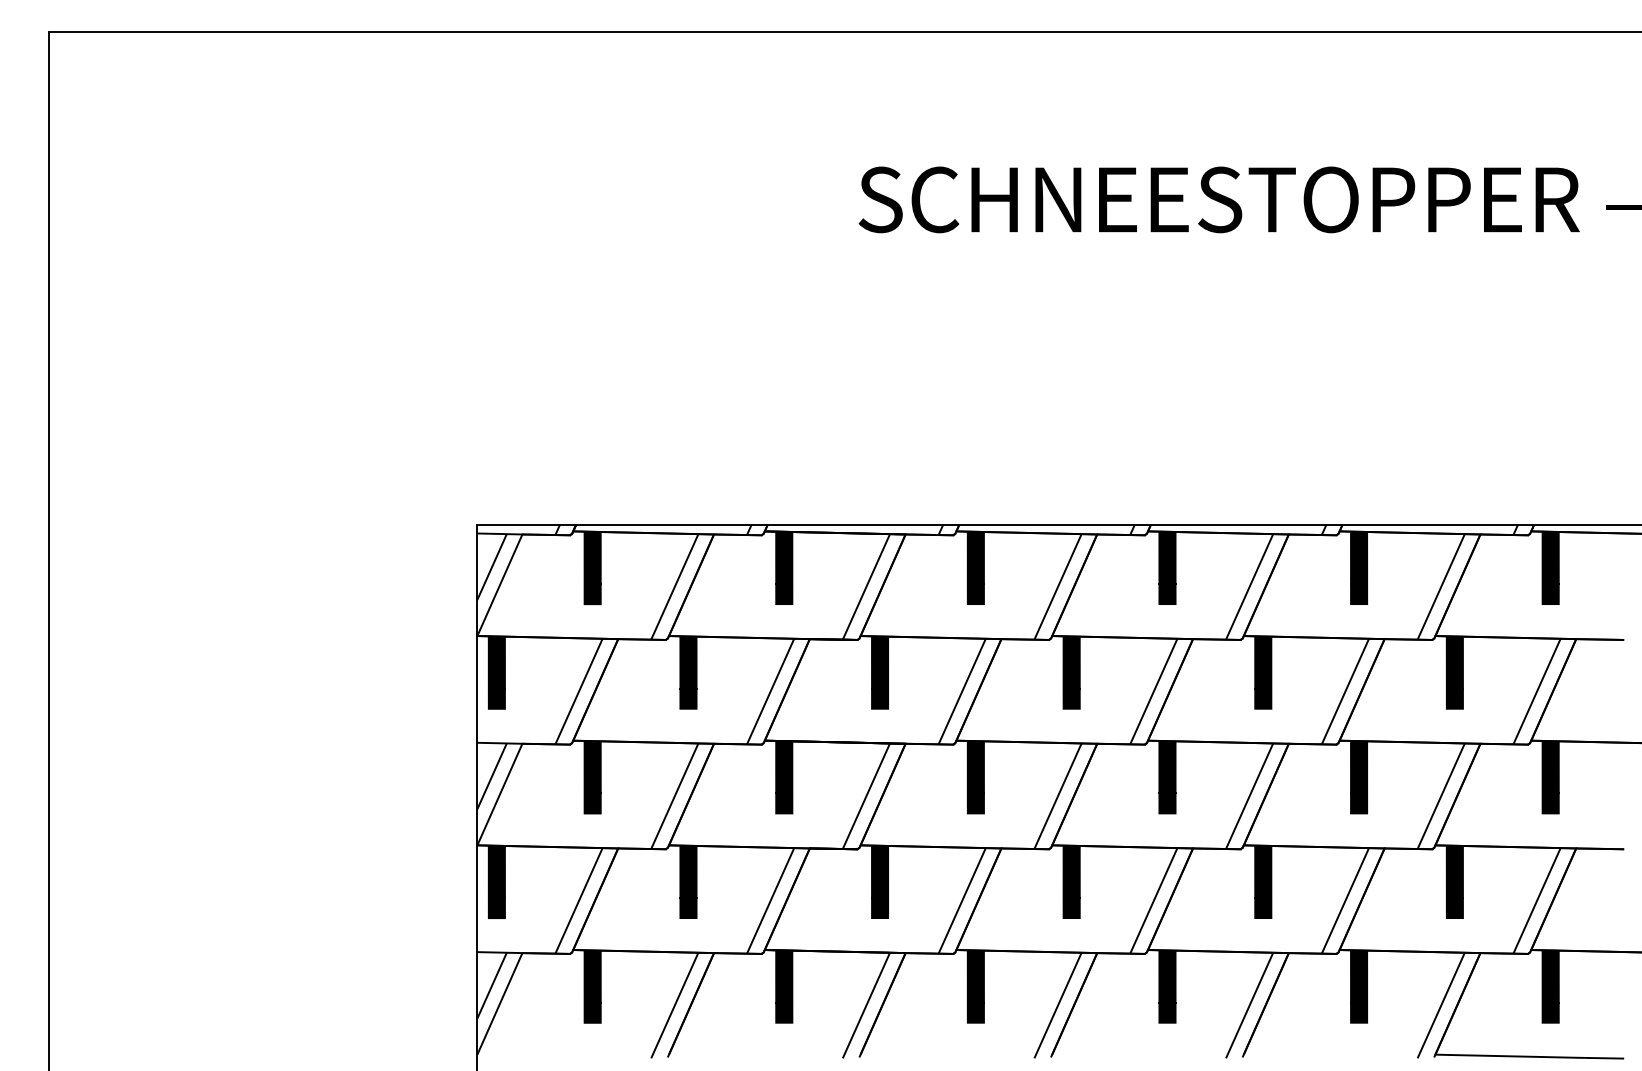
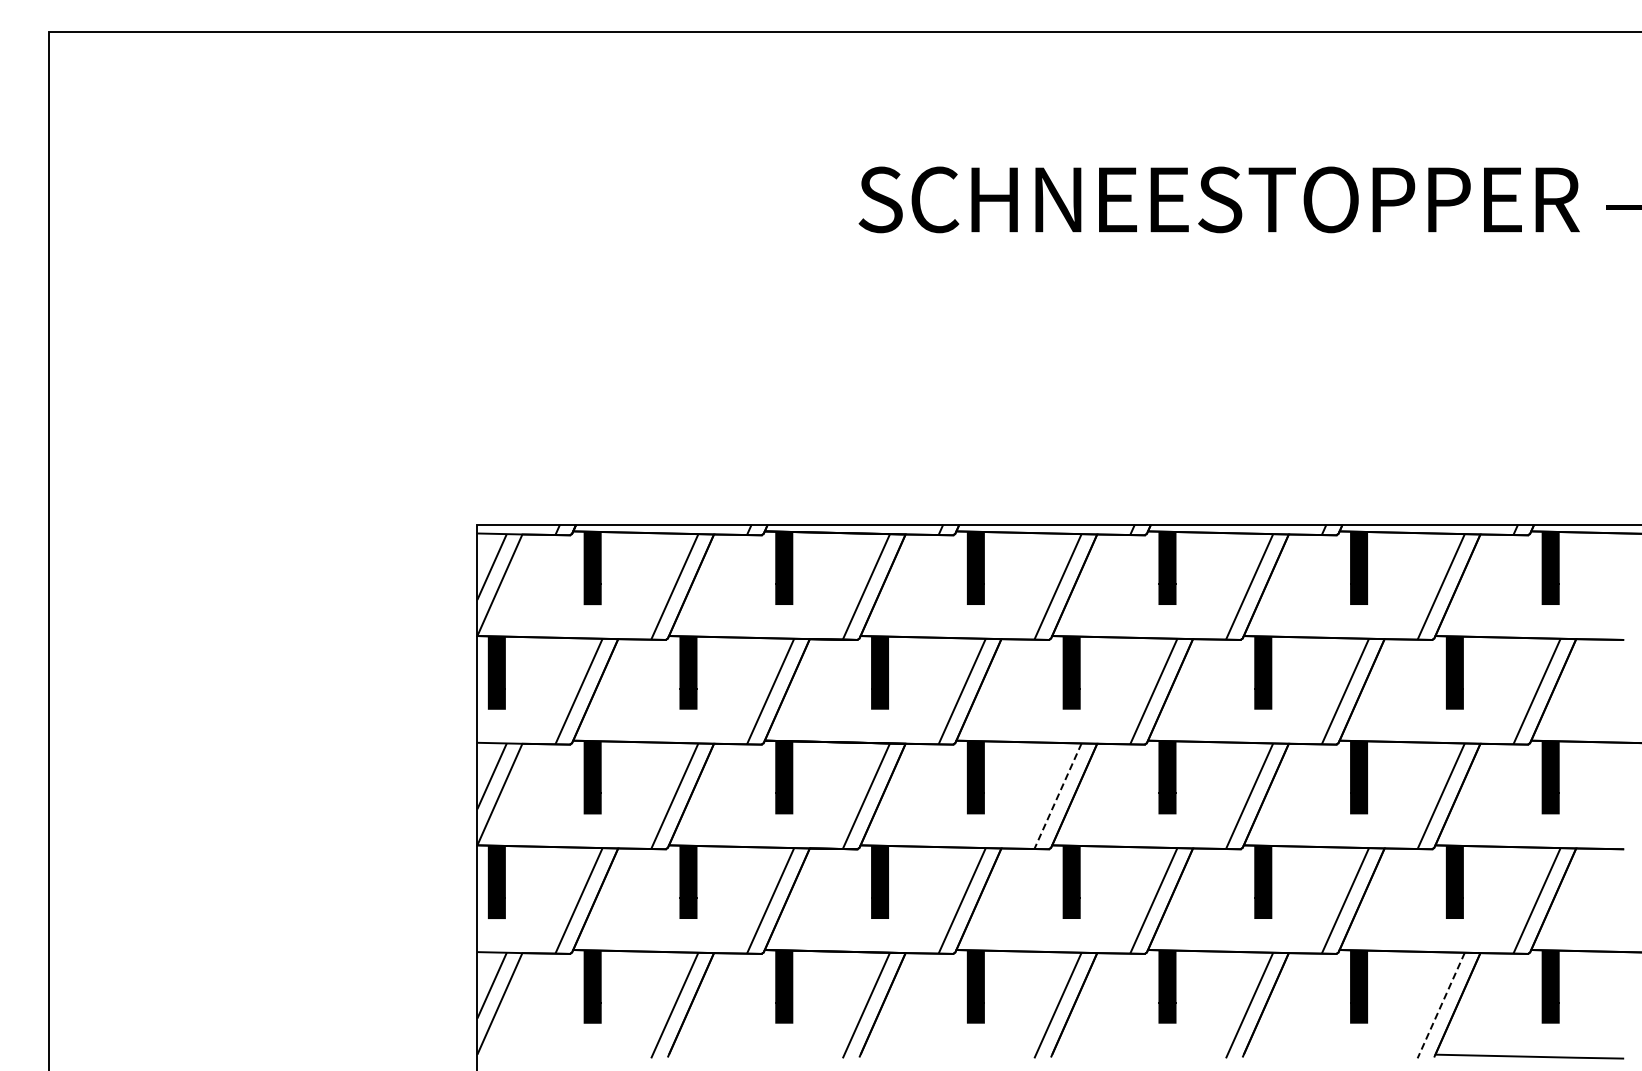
line at (1058, 796): solid -> dashed
line at (1441, 1005): solid -> dashed
